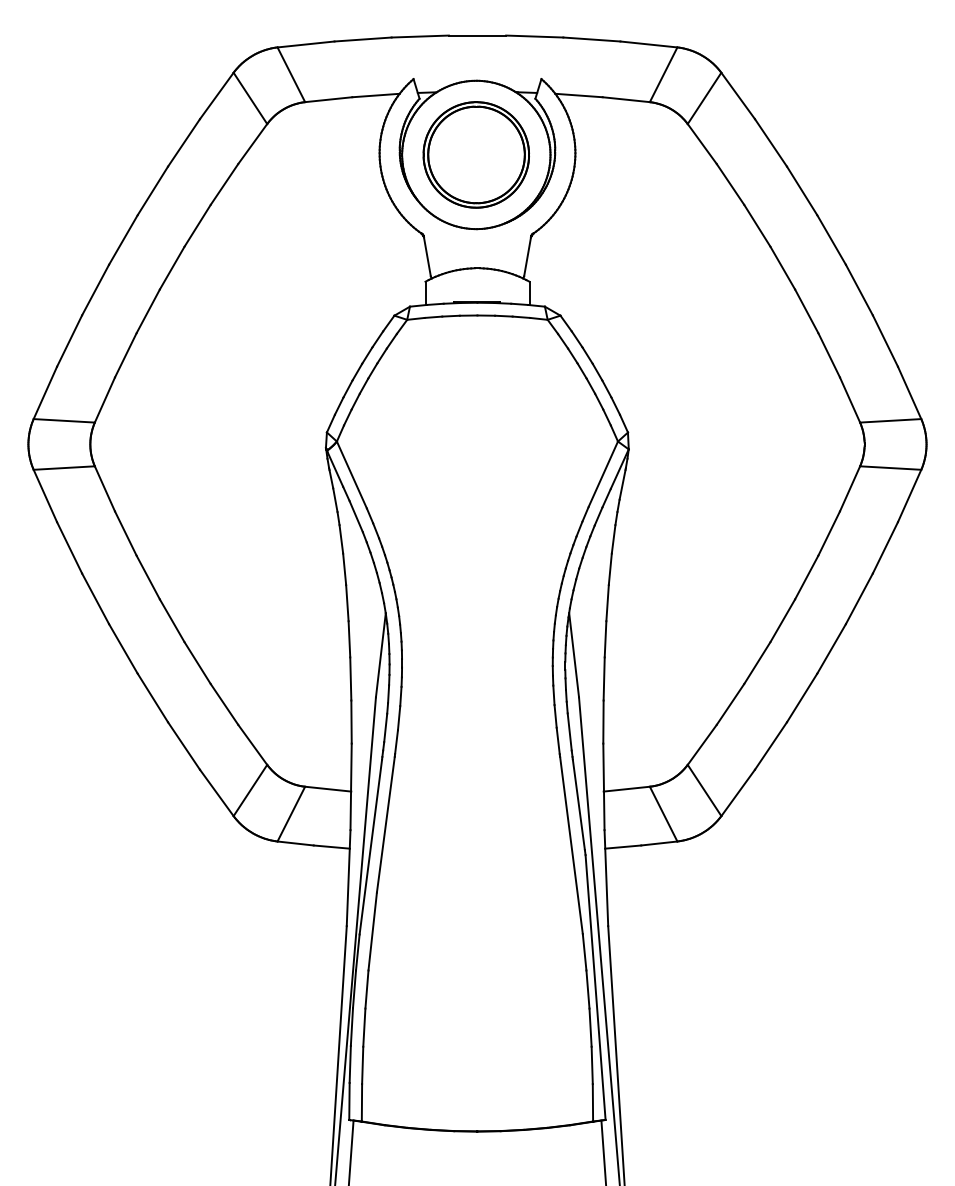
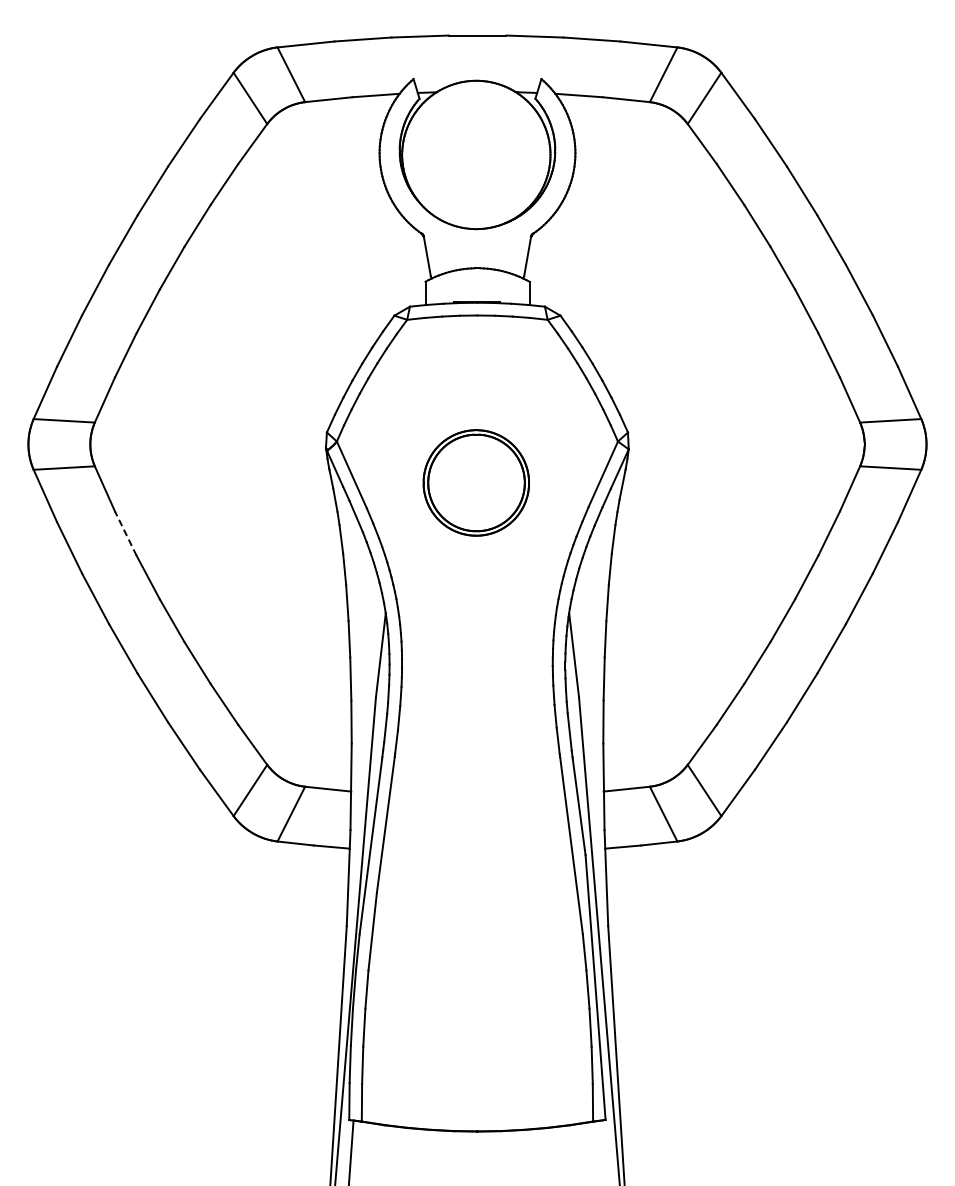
part at (475, 154) position: (475, 154) -> (475, 482)
line at (125, 533): solid -> dashed
line at (603, 1151): present -> none
